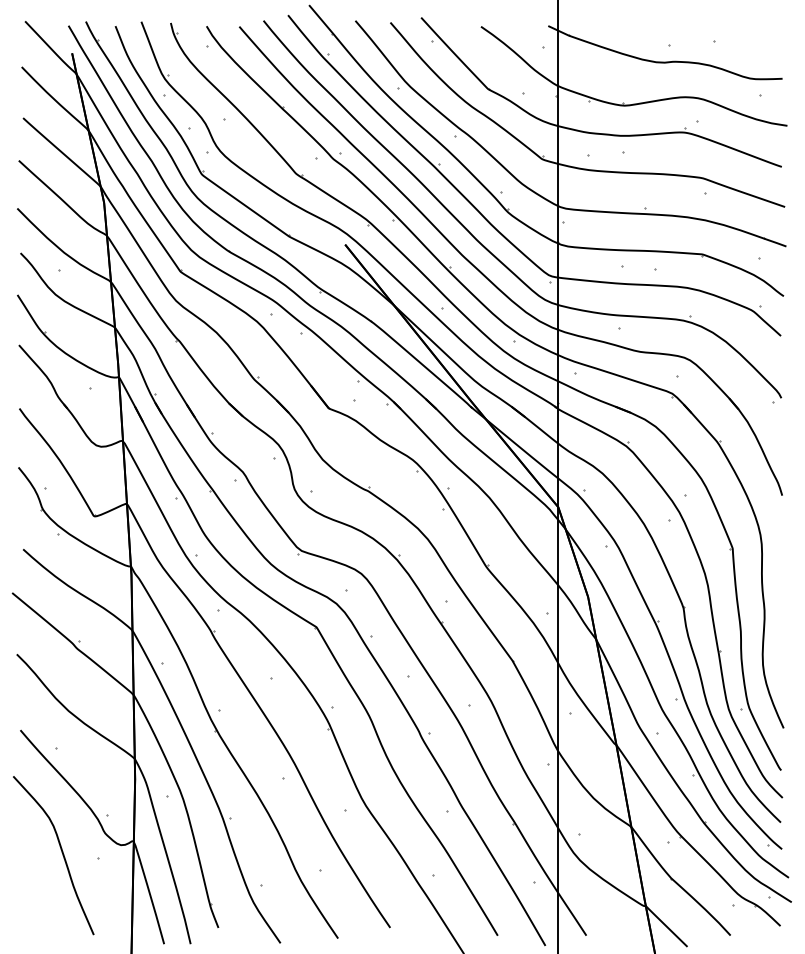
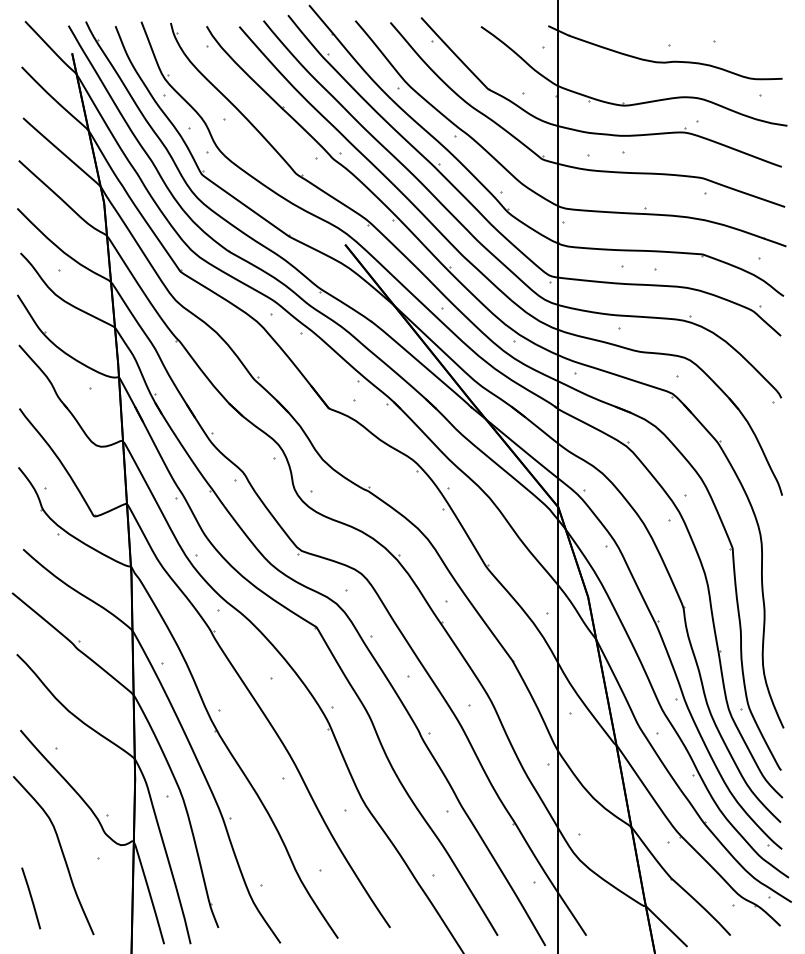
line at (31, 898): none -> present
